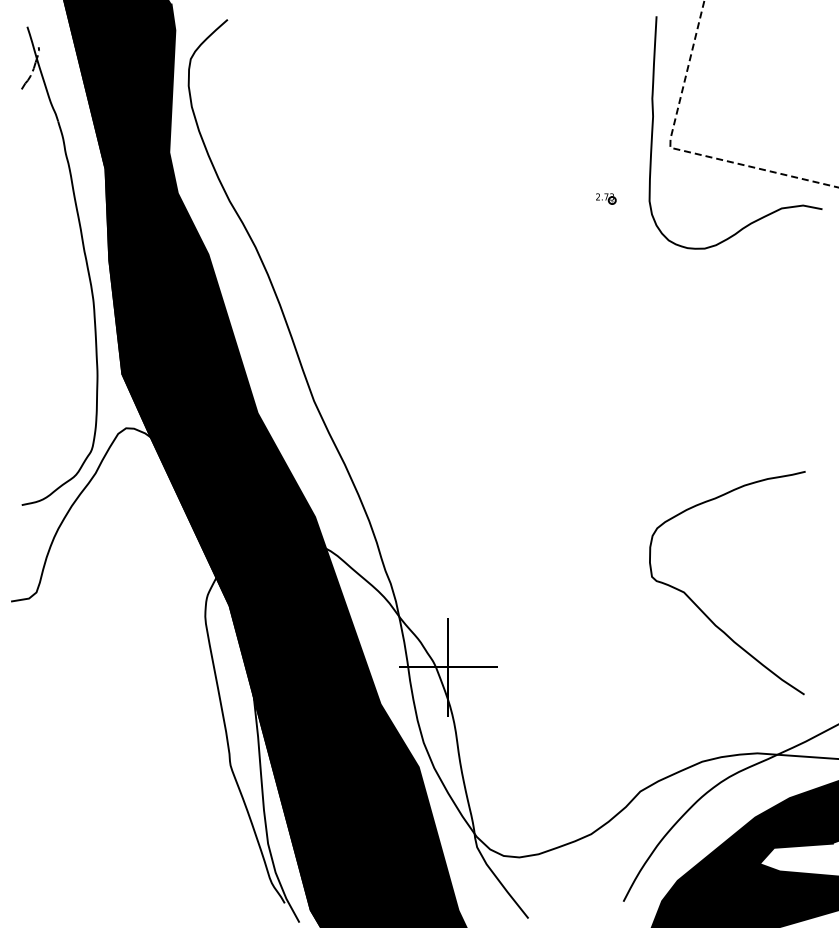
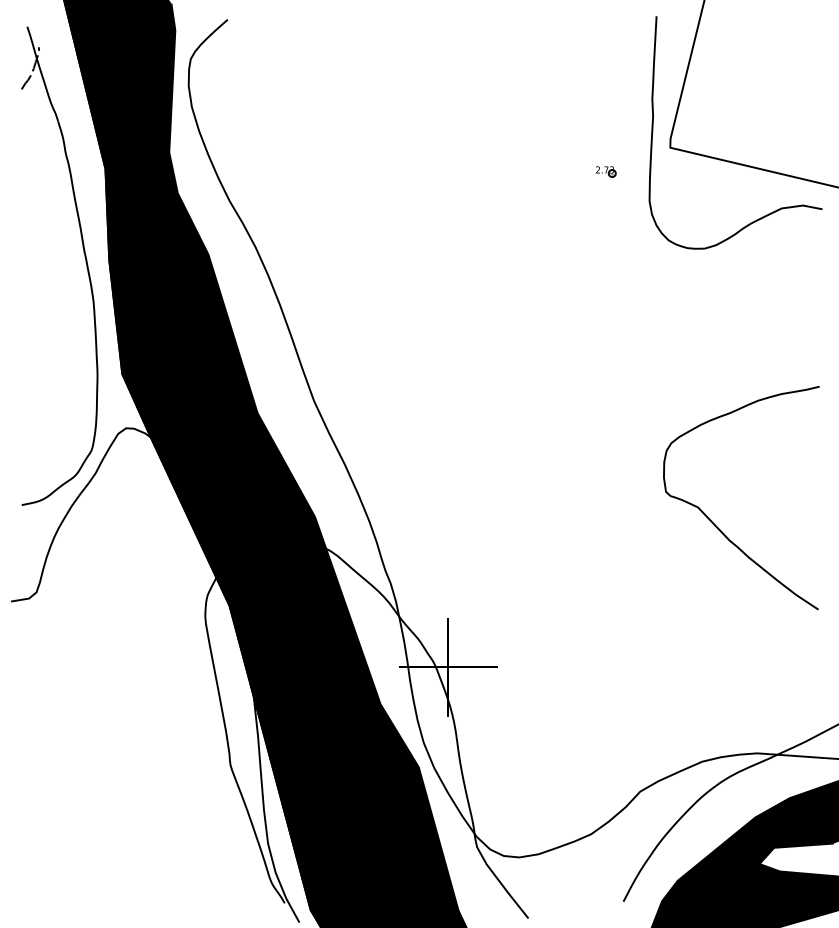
line at (680, 150): dashed -> solid
part at (606, 198) position: (606, 198) -> (606, 171)
curve at (701, 609) position: (701, 609) -> (715, 524)
